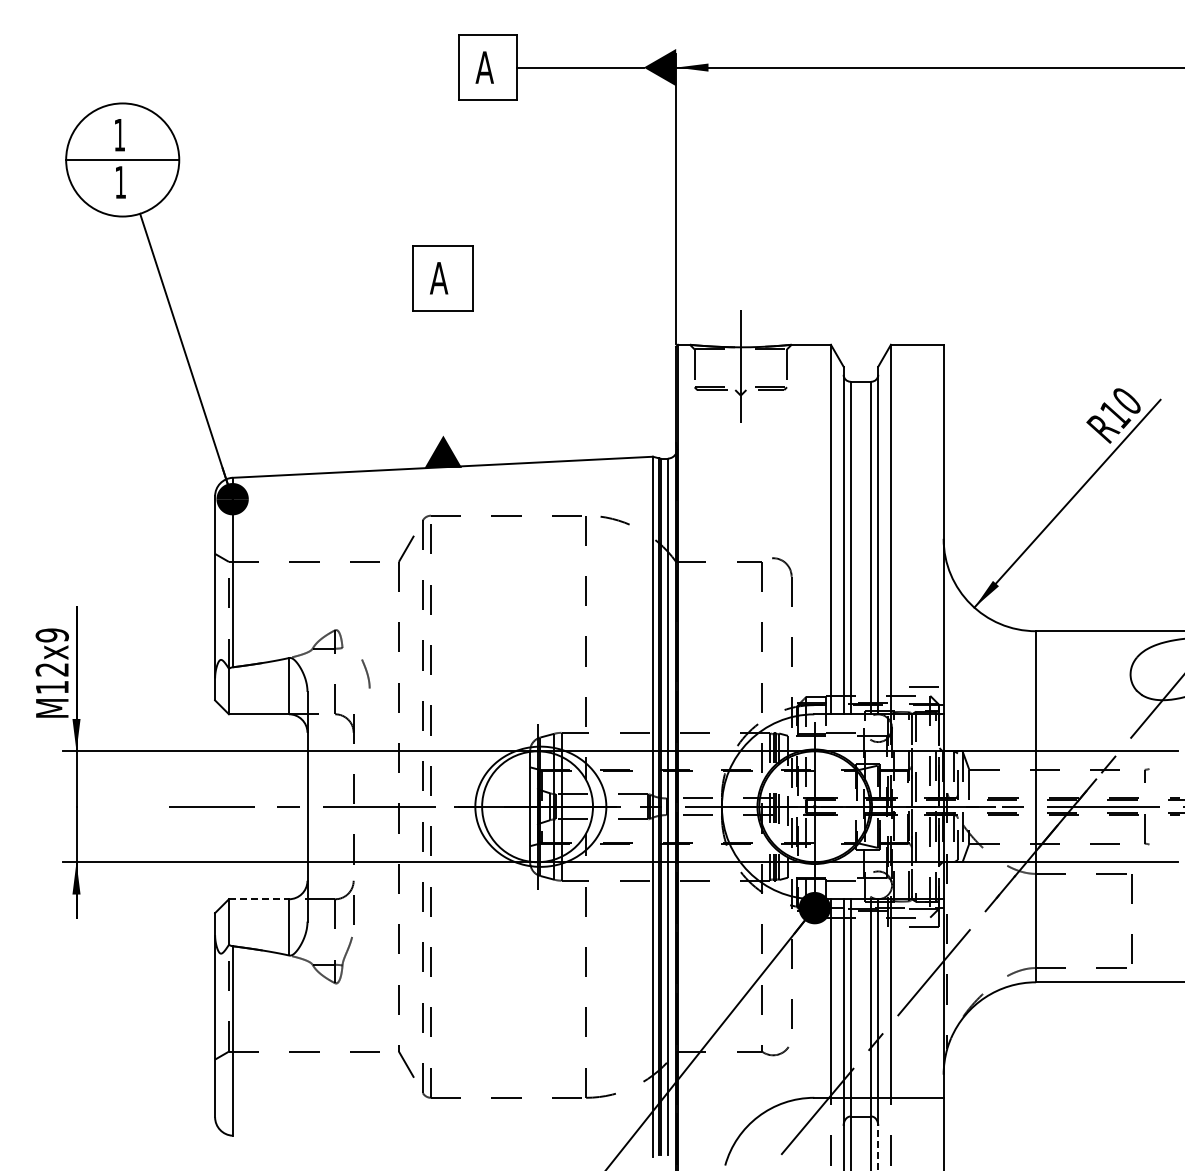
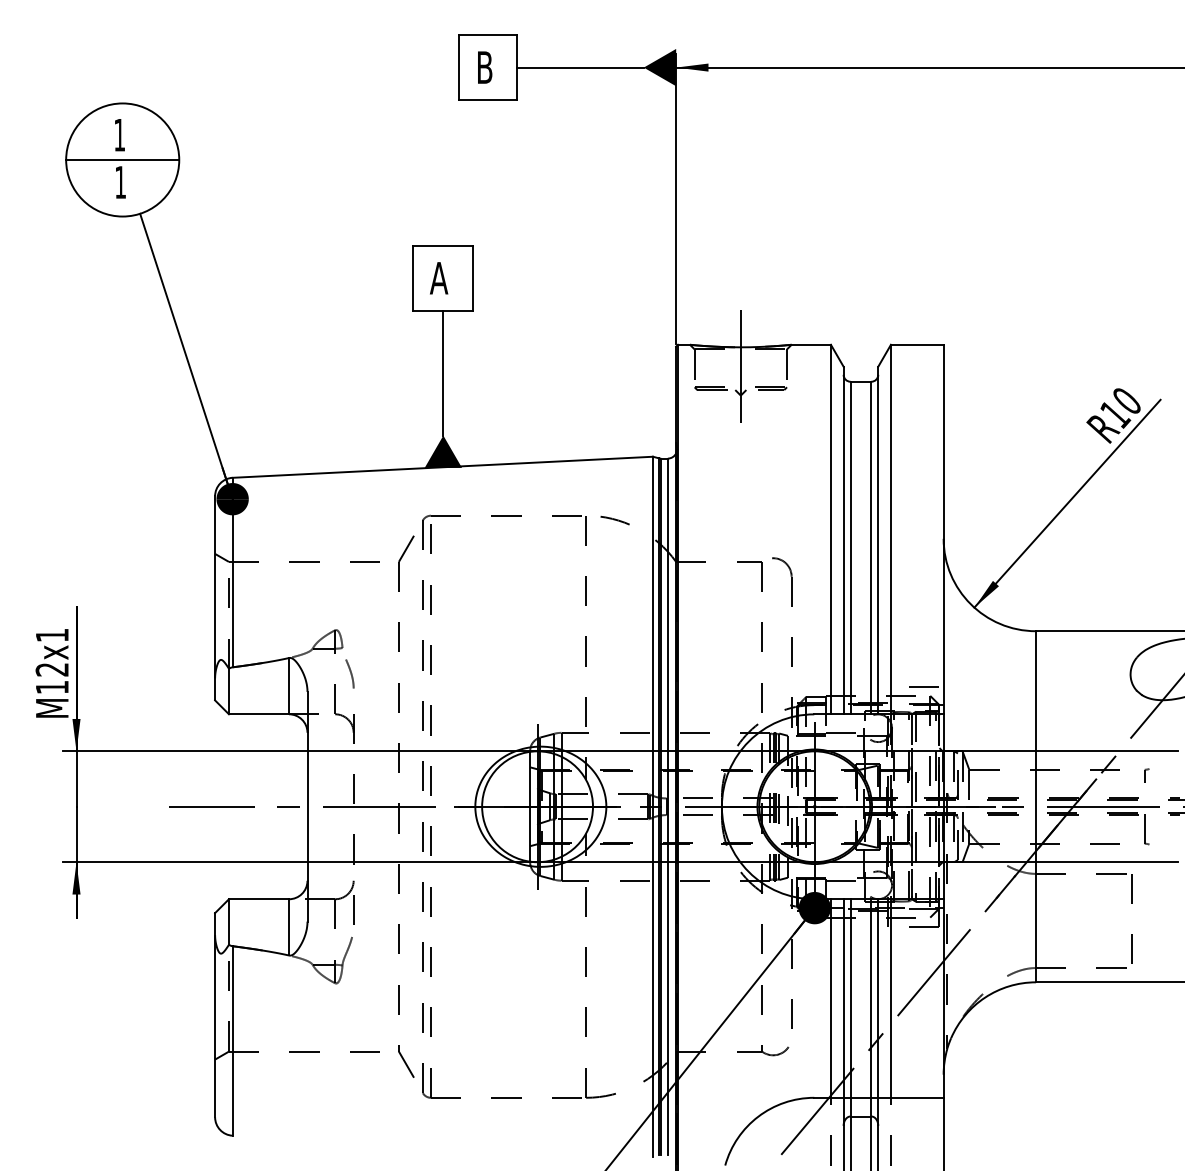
text at (484, 67): A -> B
line at (443, 372): none -> present
text at (51, 635): M12x9 -> M12x1
curve at (366, 673) position: (366, 673) -> (350, 673)
line at (259, 899): dashed -> solid
line at (878, 1147): dashed -> solid
